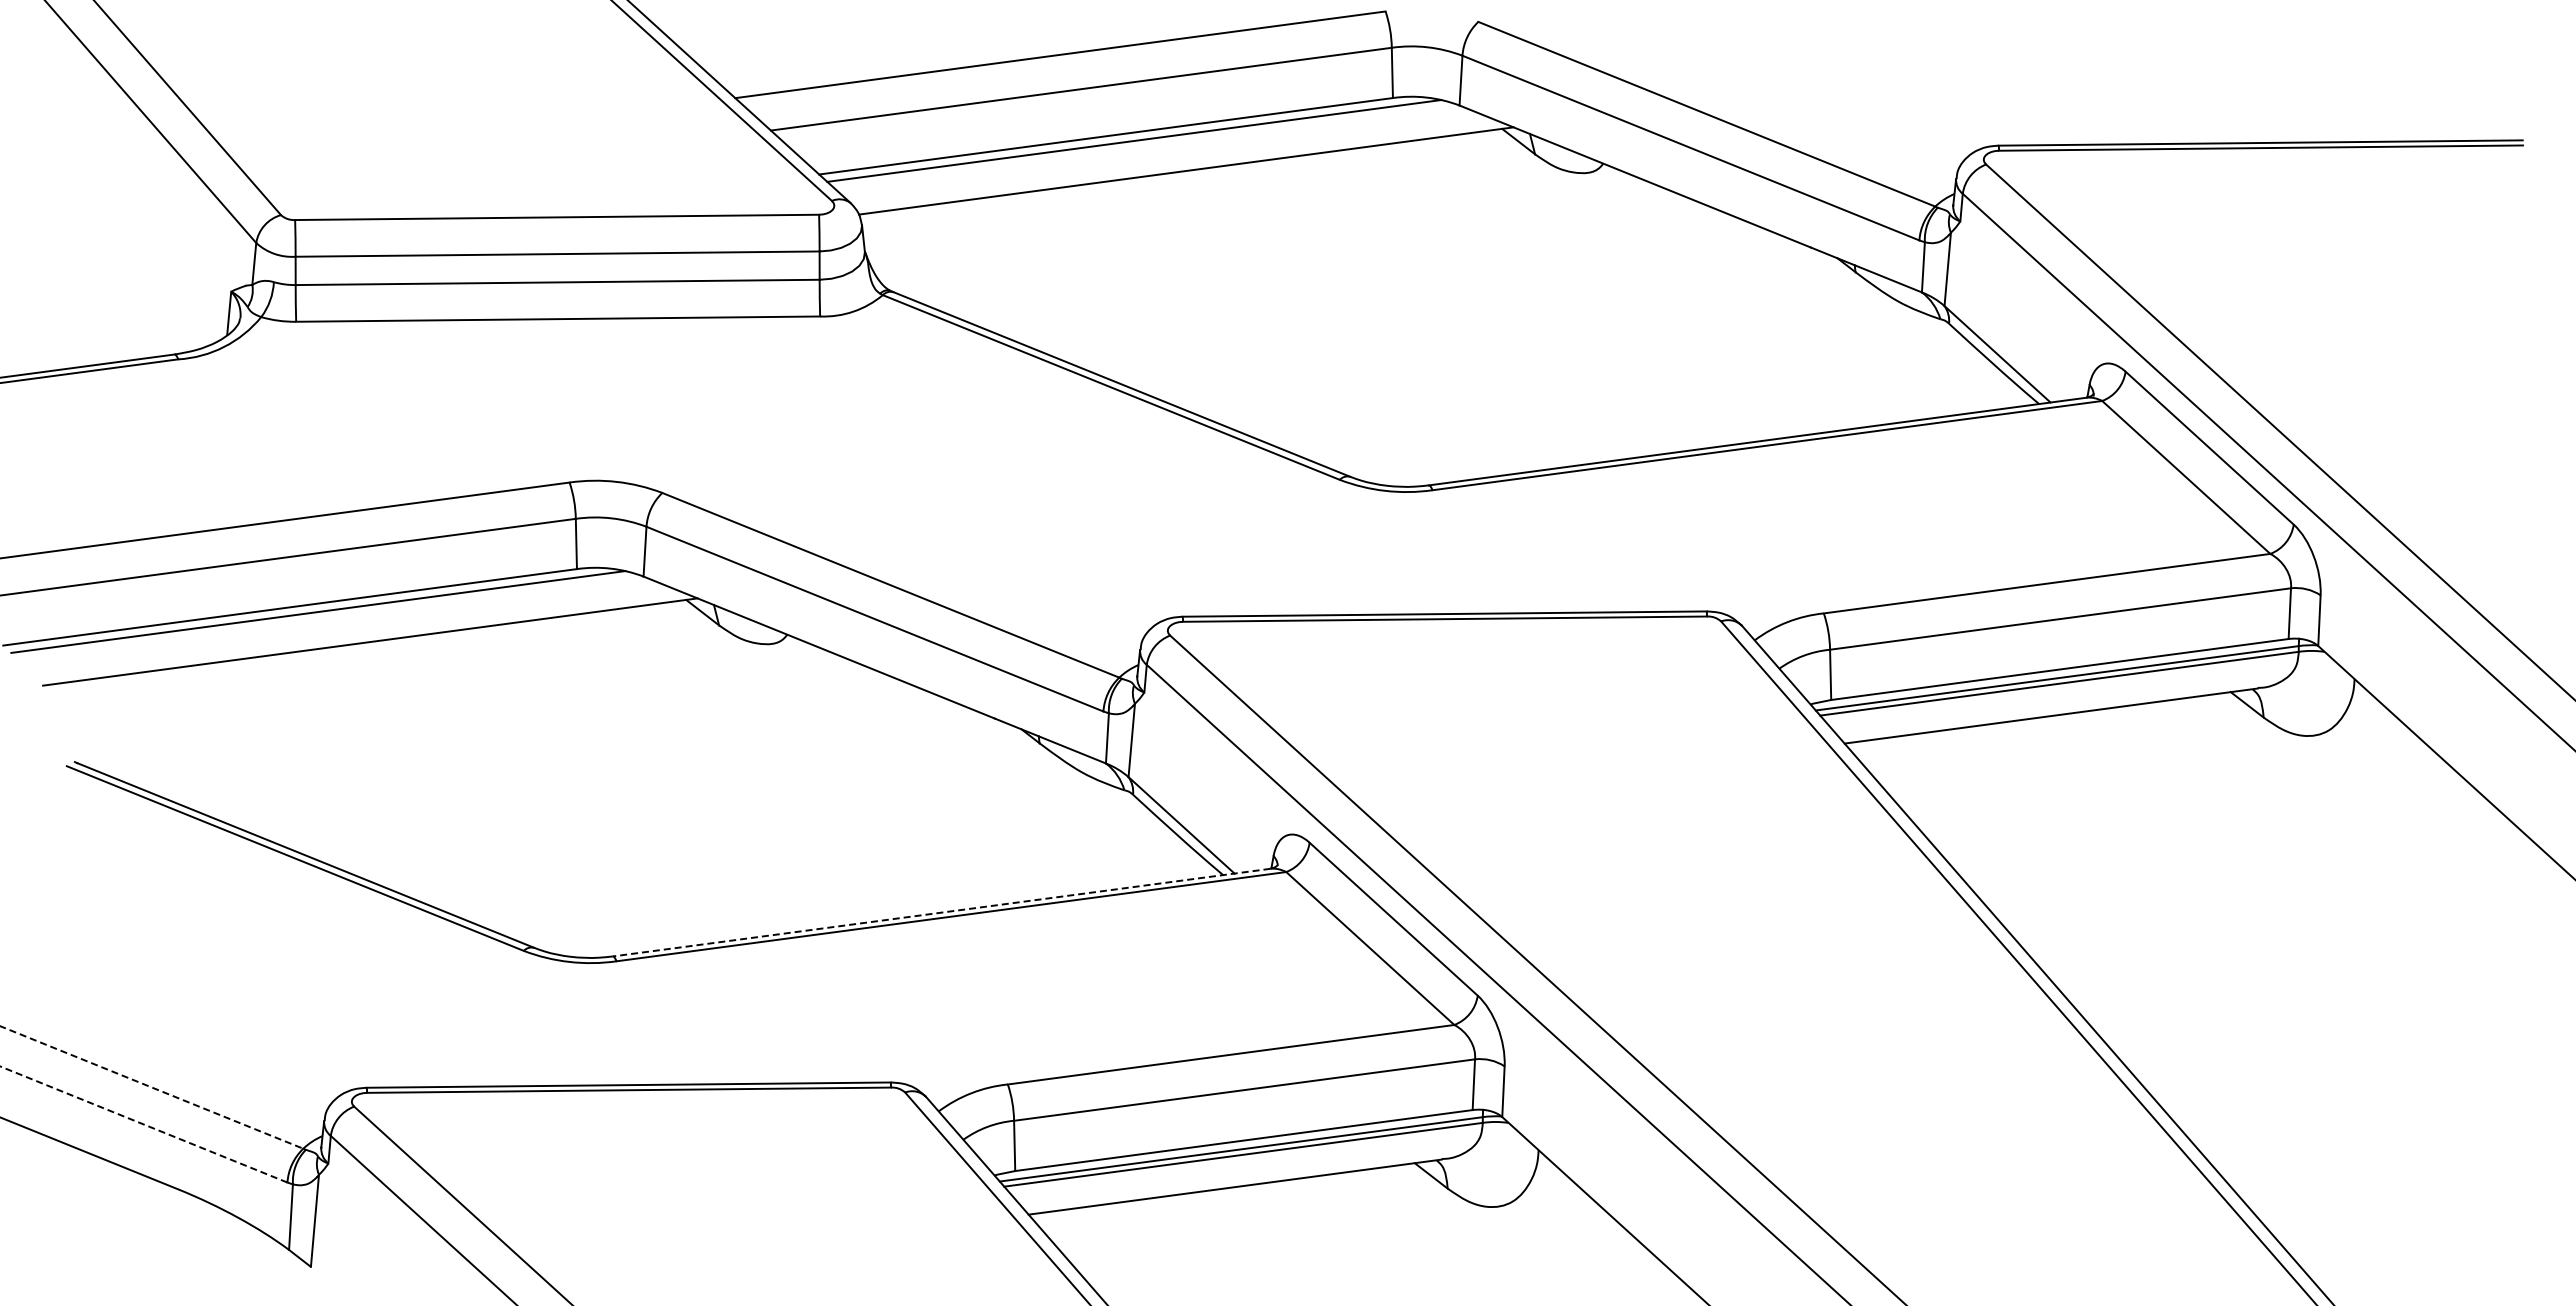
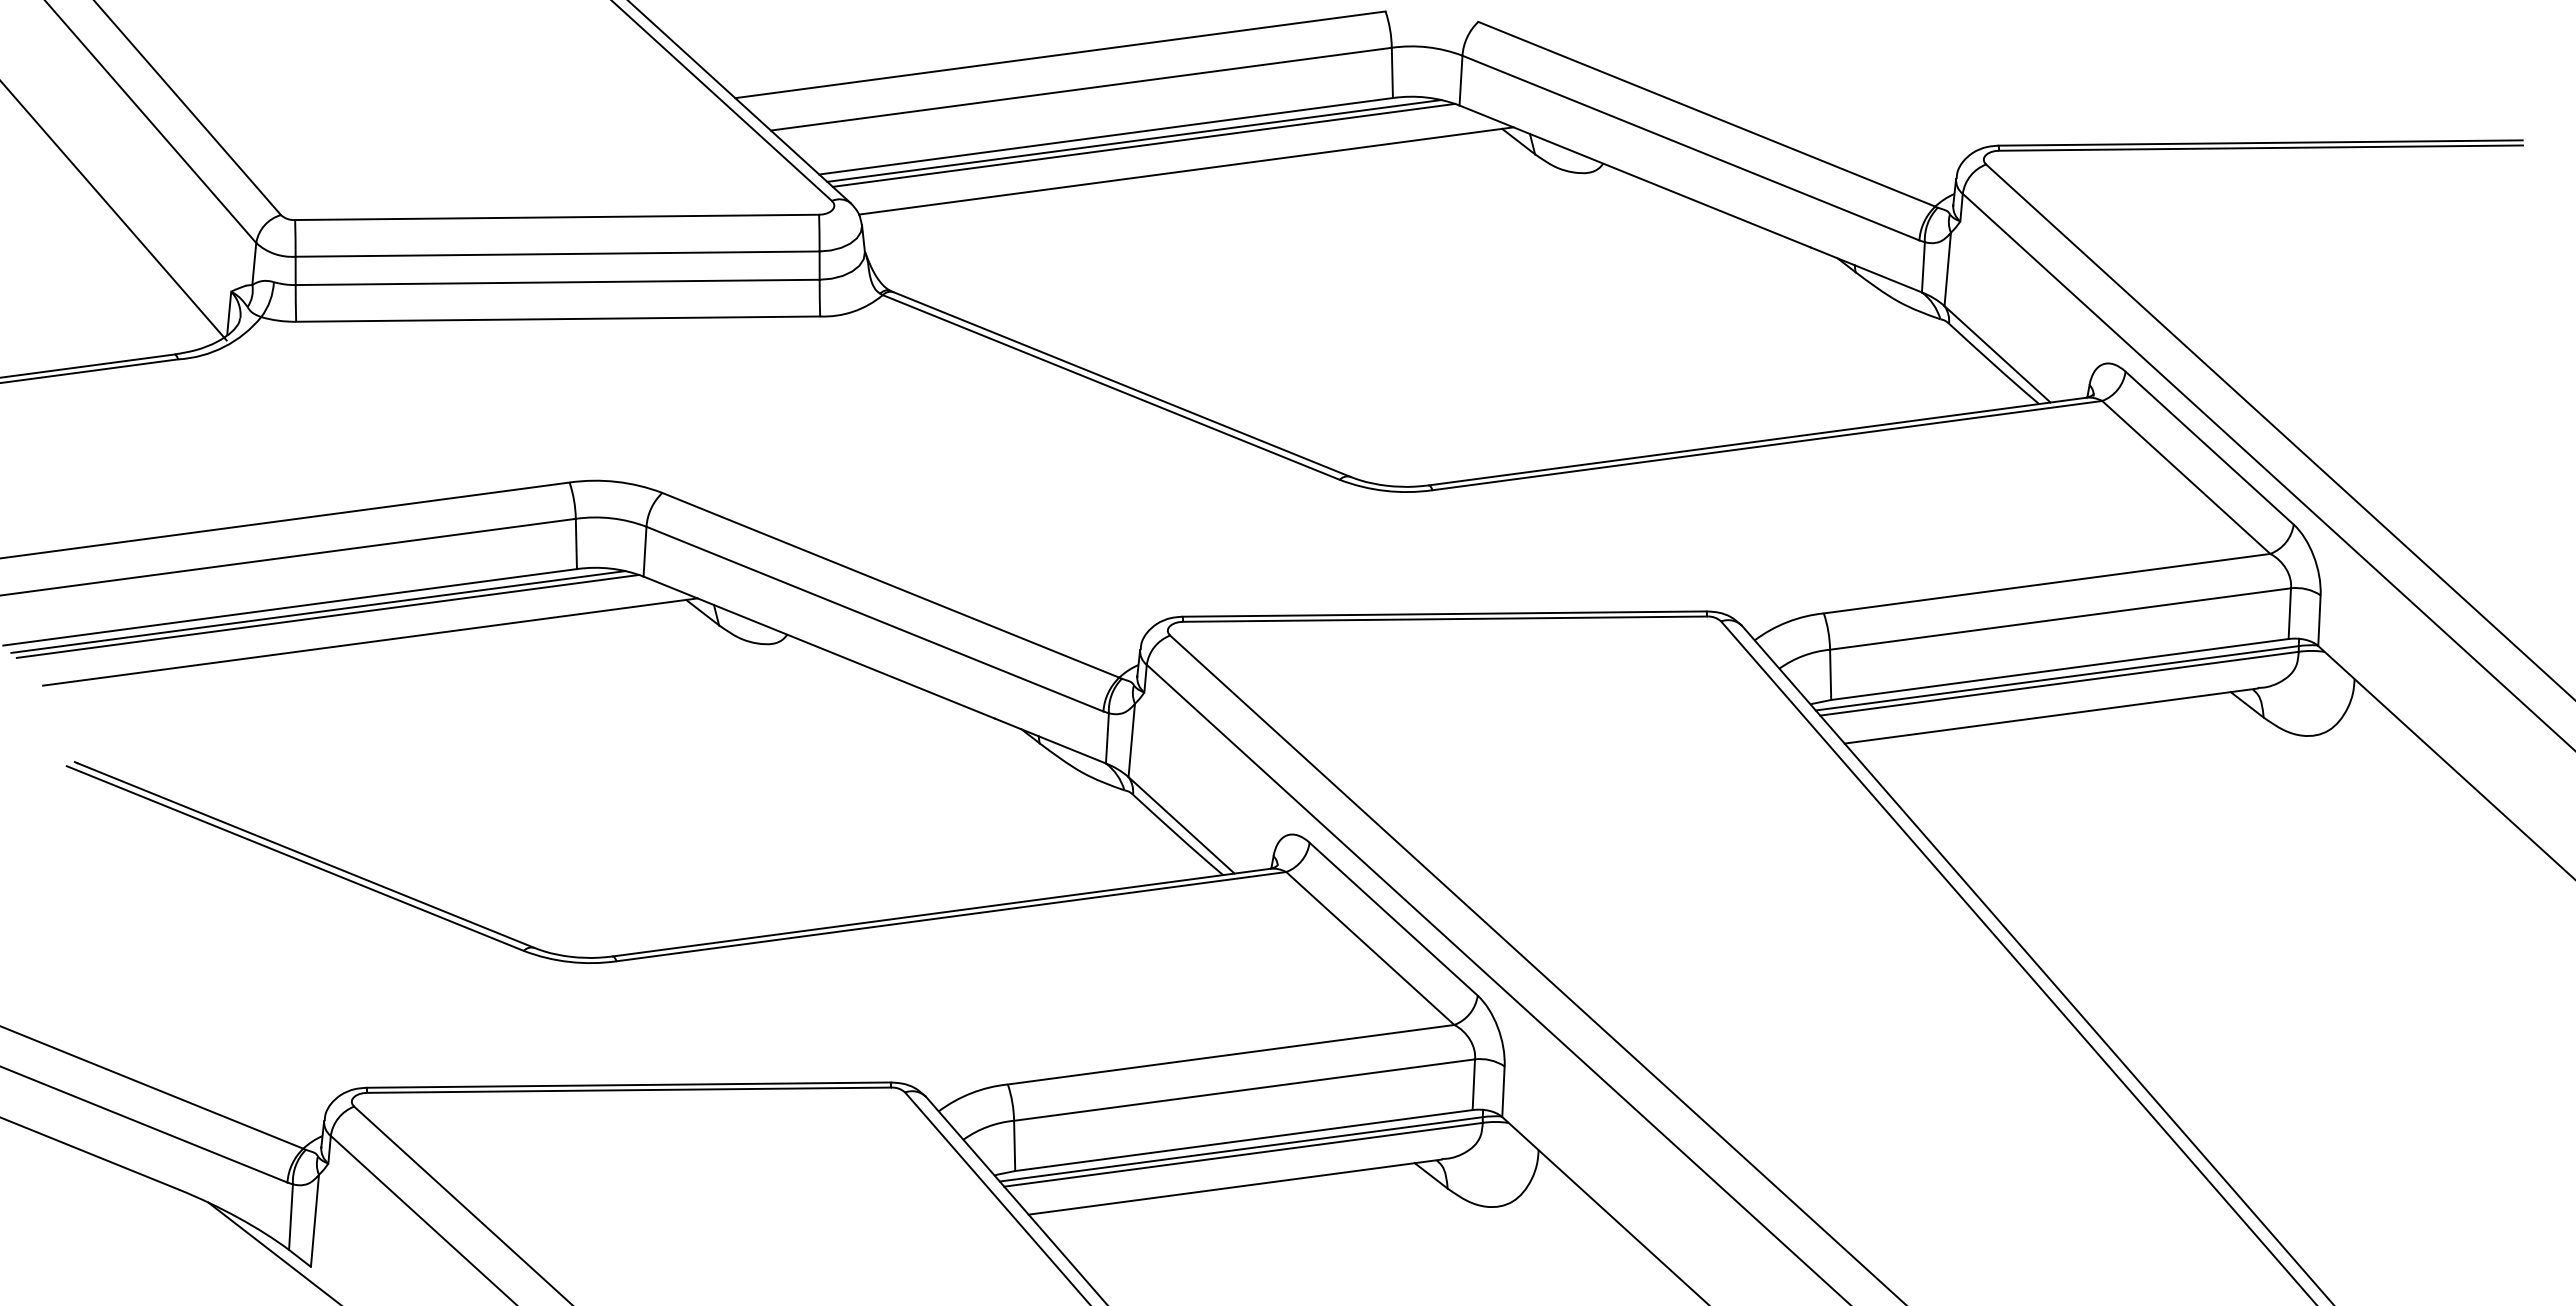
line at (1143, 144): none -> present
line at (114, 211): none -> present
line at (327, 615): none -> present
line at (941, 912): dashed -> solid
line at (152, 1087): dashed -> solid
line at (143, 1124): dashed -> solid
line at (273, 1252): none -> present
